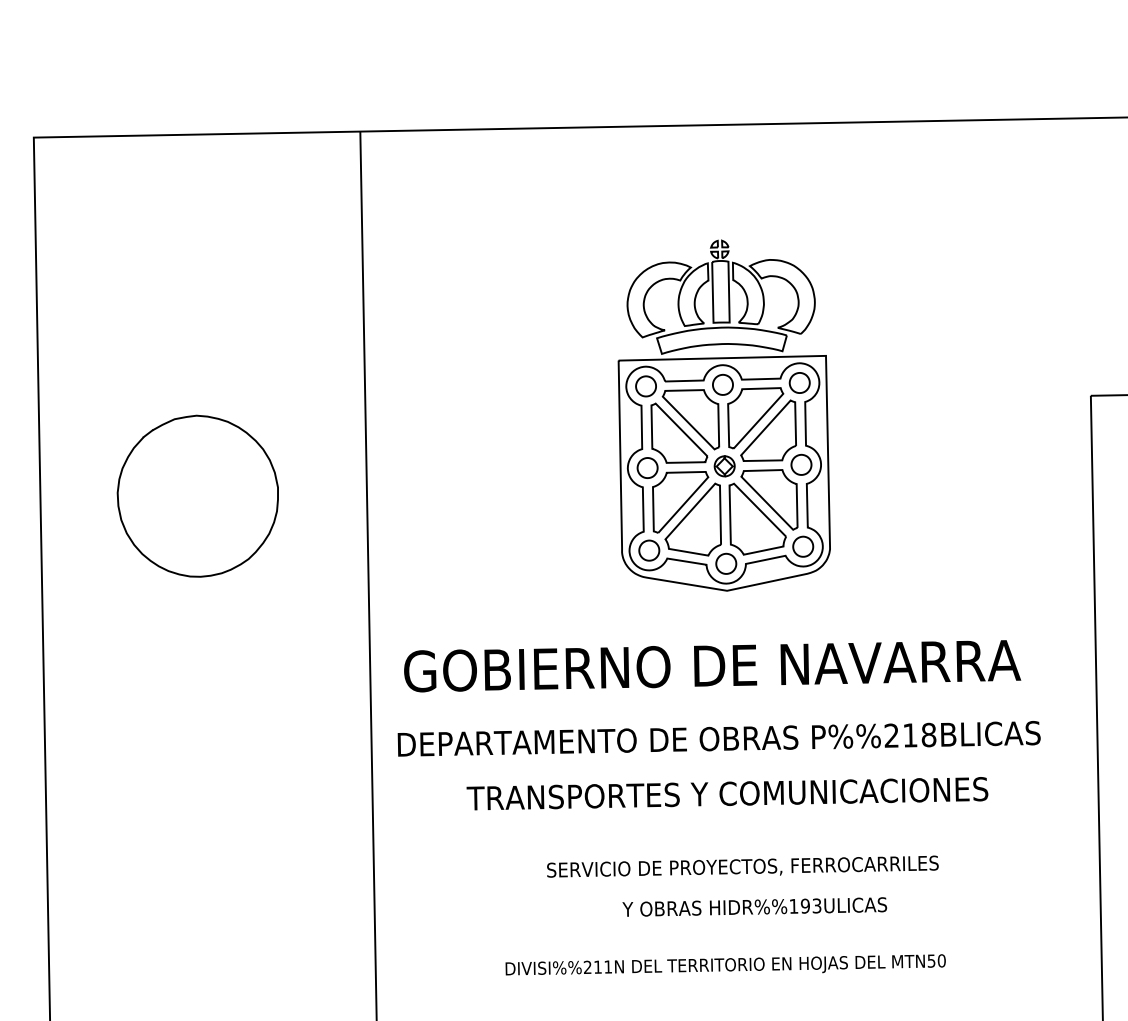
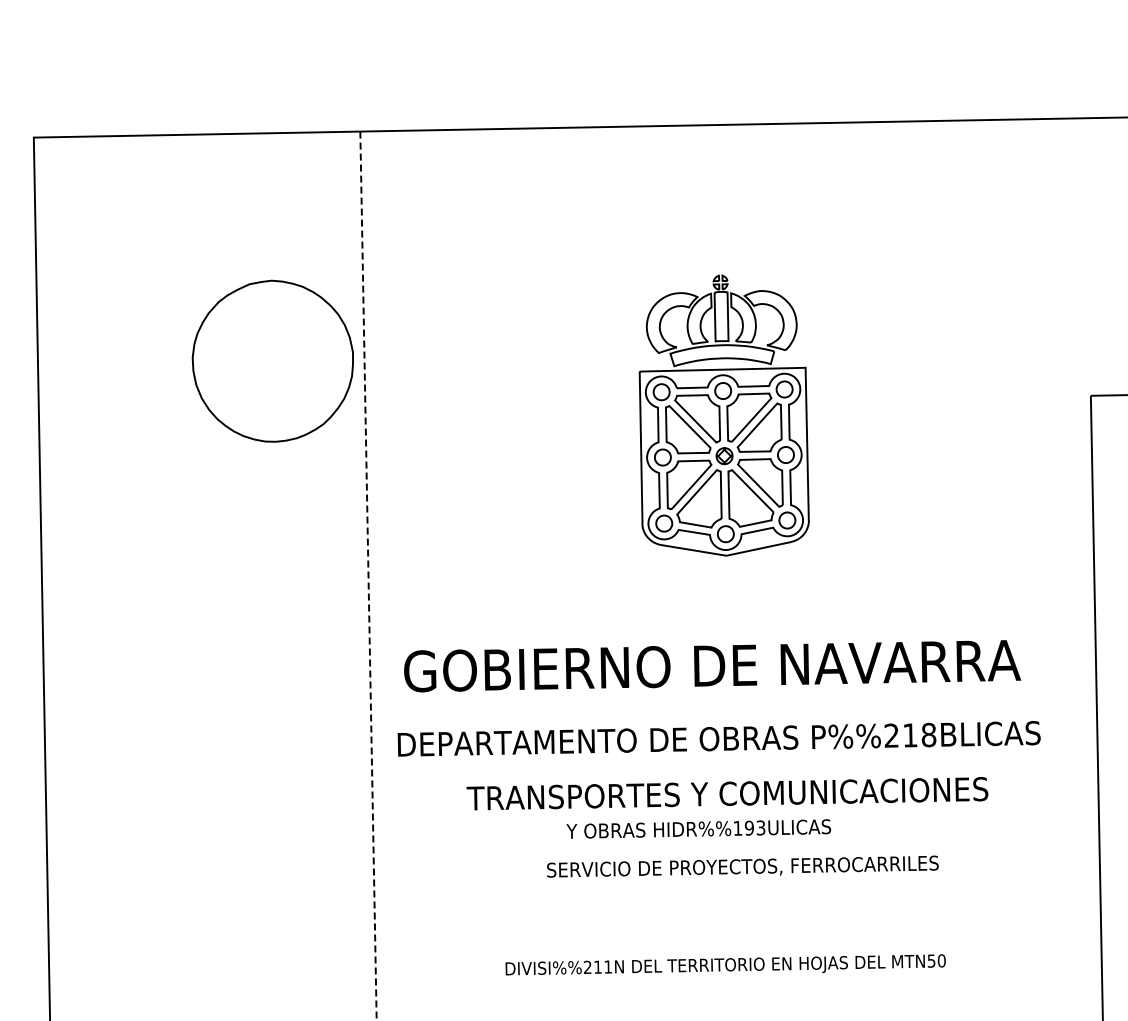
part at (723, 415) size: 214x353 px -> 172x283 px
part at (197, 495) position: (197, 495) -> (272, 360)
line at (368, 576): solid -> dashed
text at (754, 906) position: (754, 906) -> (698, 828)
